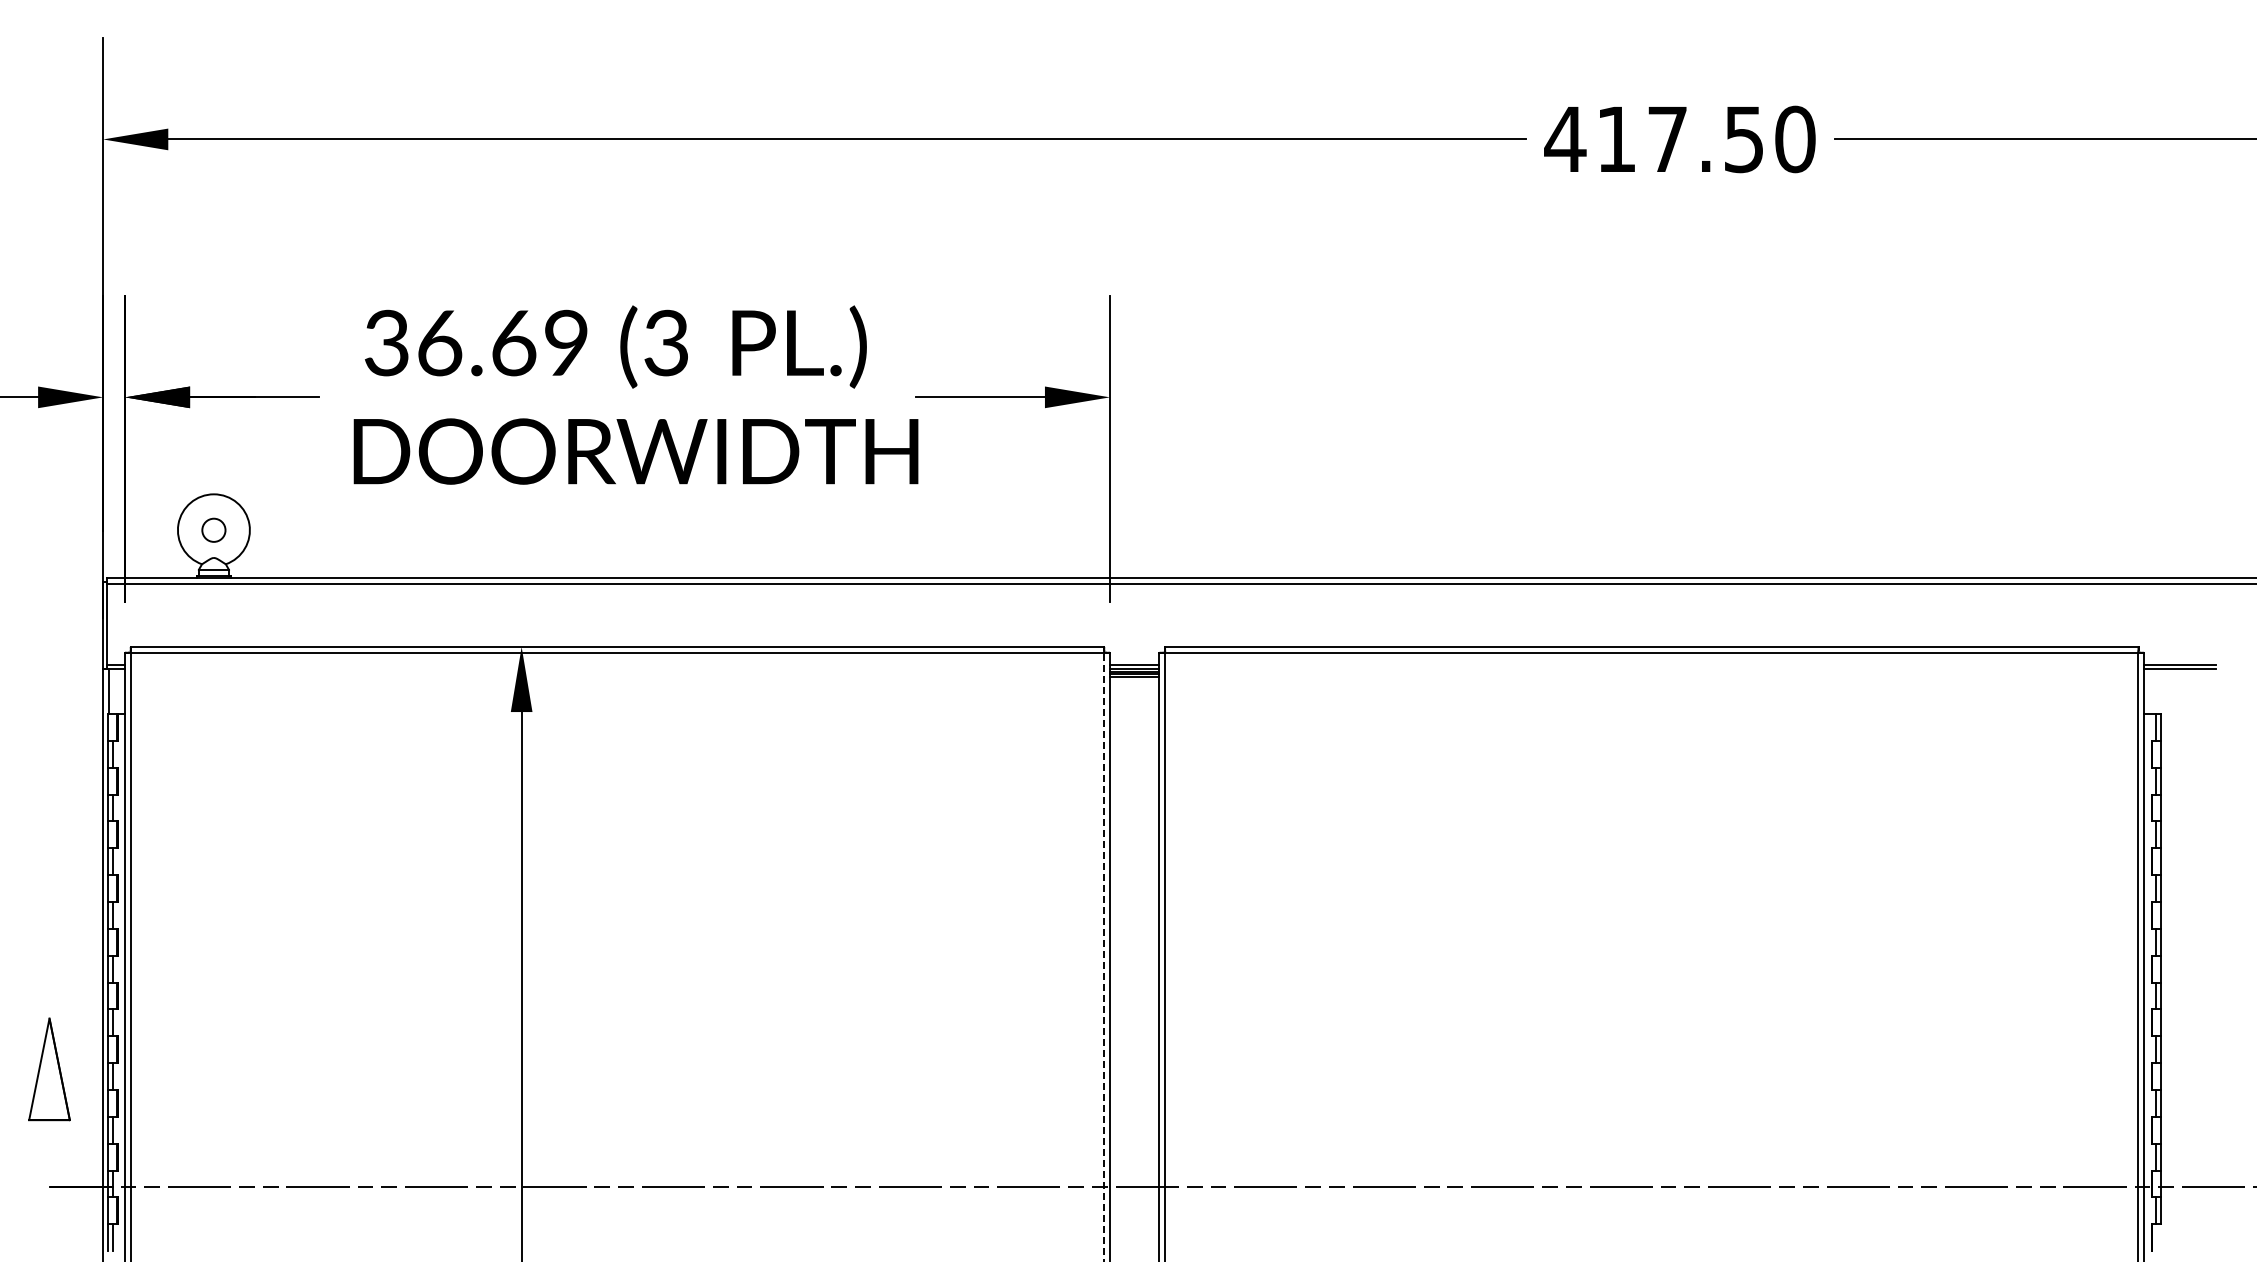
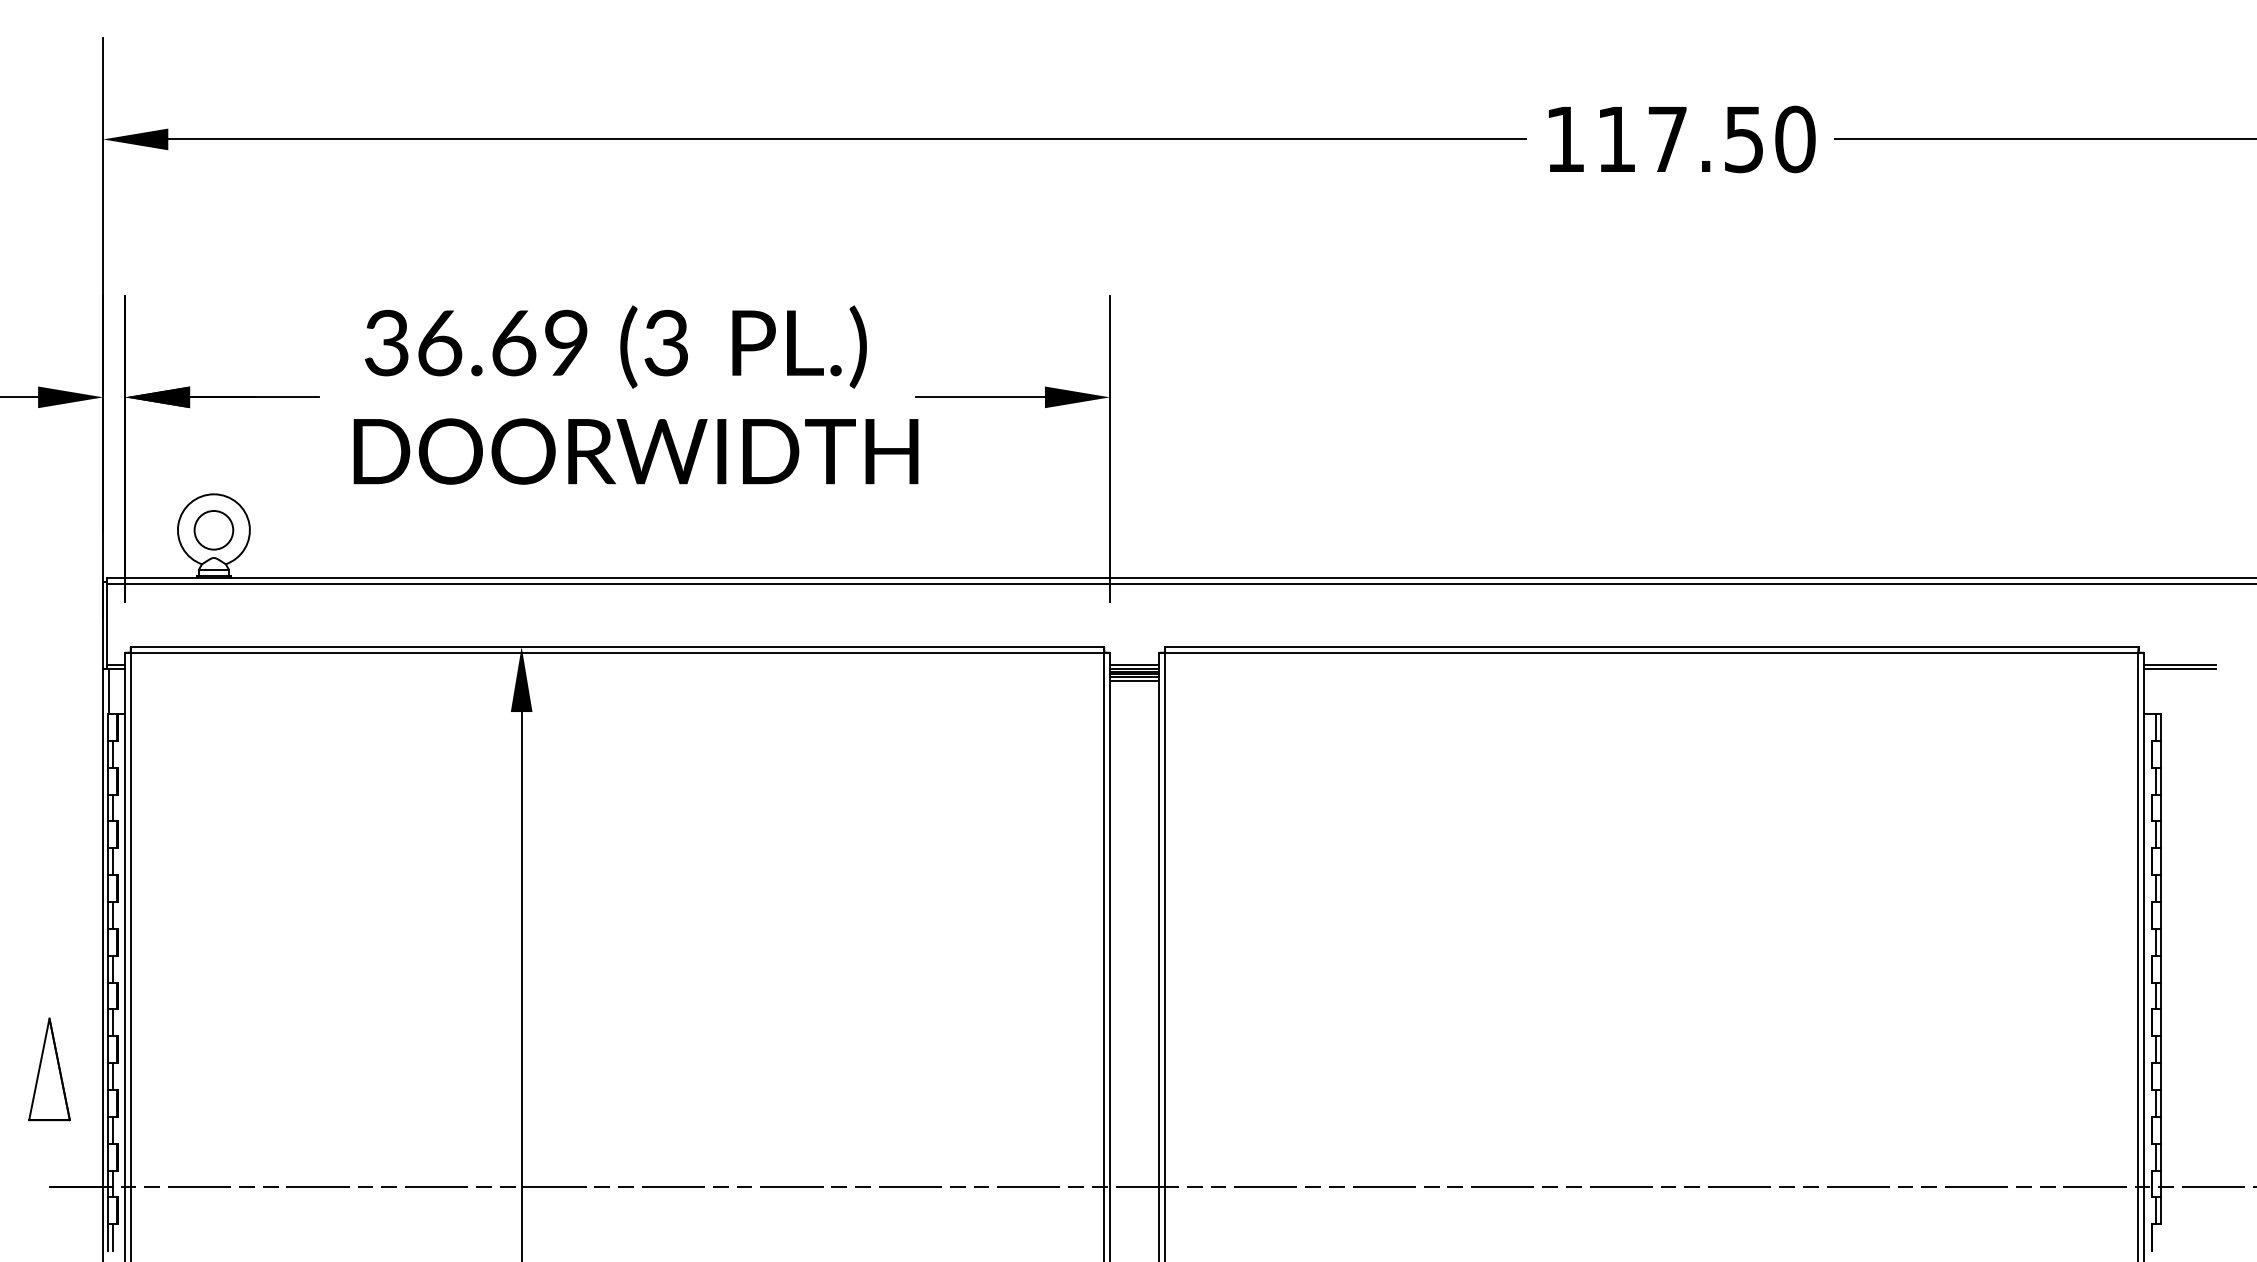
text at (1565, 138): 417.50 -> 117.50
circle at (213, 529) diameter: 23 px -> 39 px
line at (1134, 680): none -> present
line at (1104, 956): dashed -> solid
